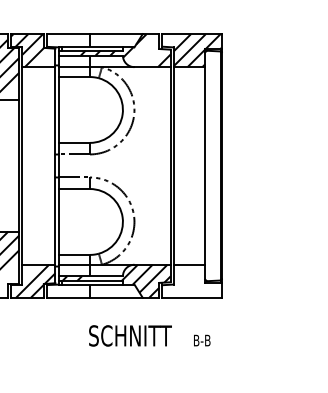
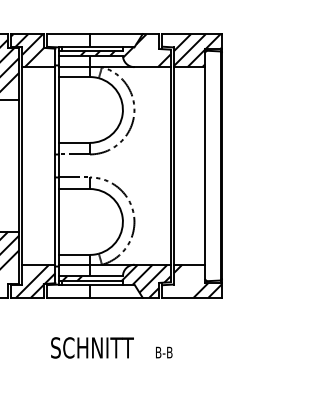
hatch at (197, 280): none -> present
text at (149, 335) position: (149, 335) -> (111, 347)
